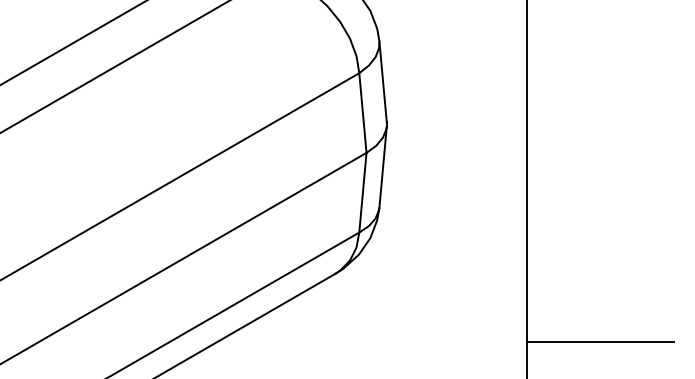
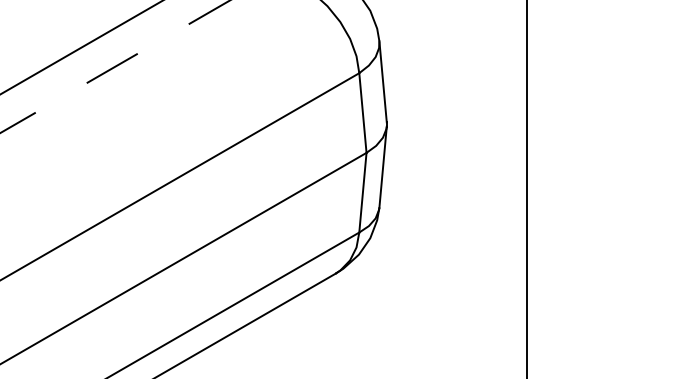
line at (72, 42) position: (72, 42) -> (80, 47)
line at (115, 66): solid -> dashed
line at (600, 342): present -> none
